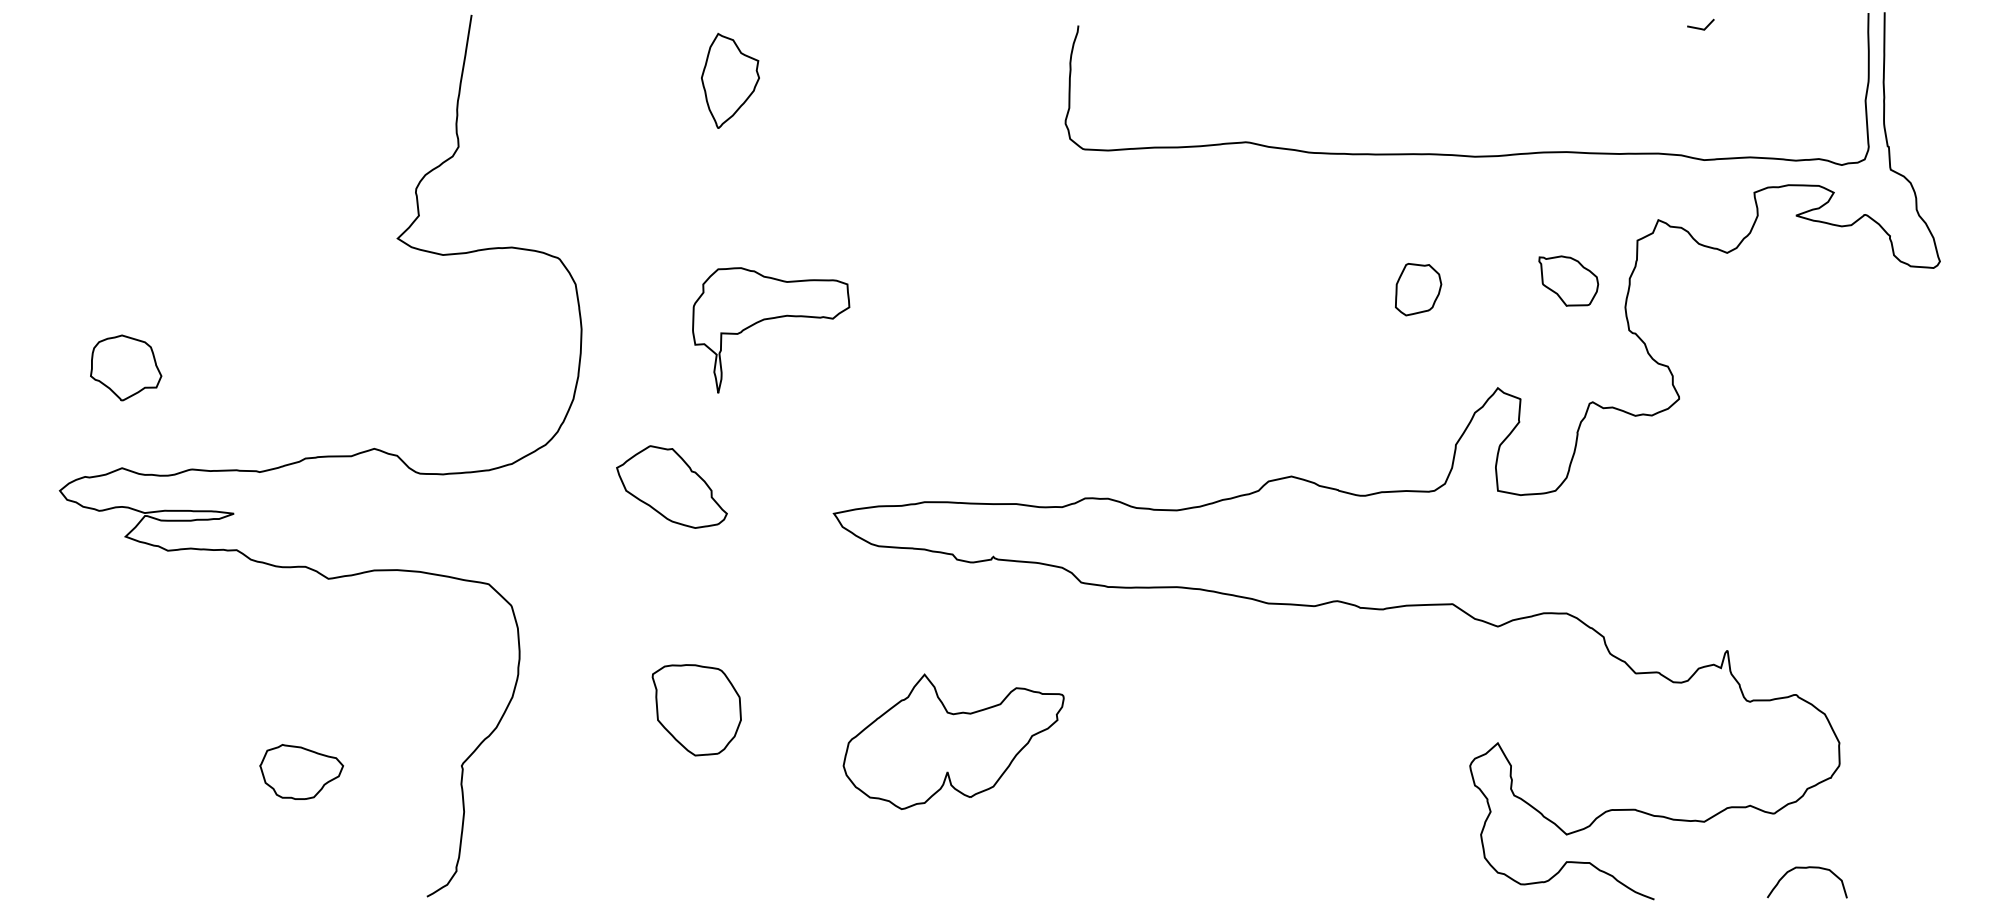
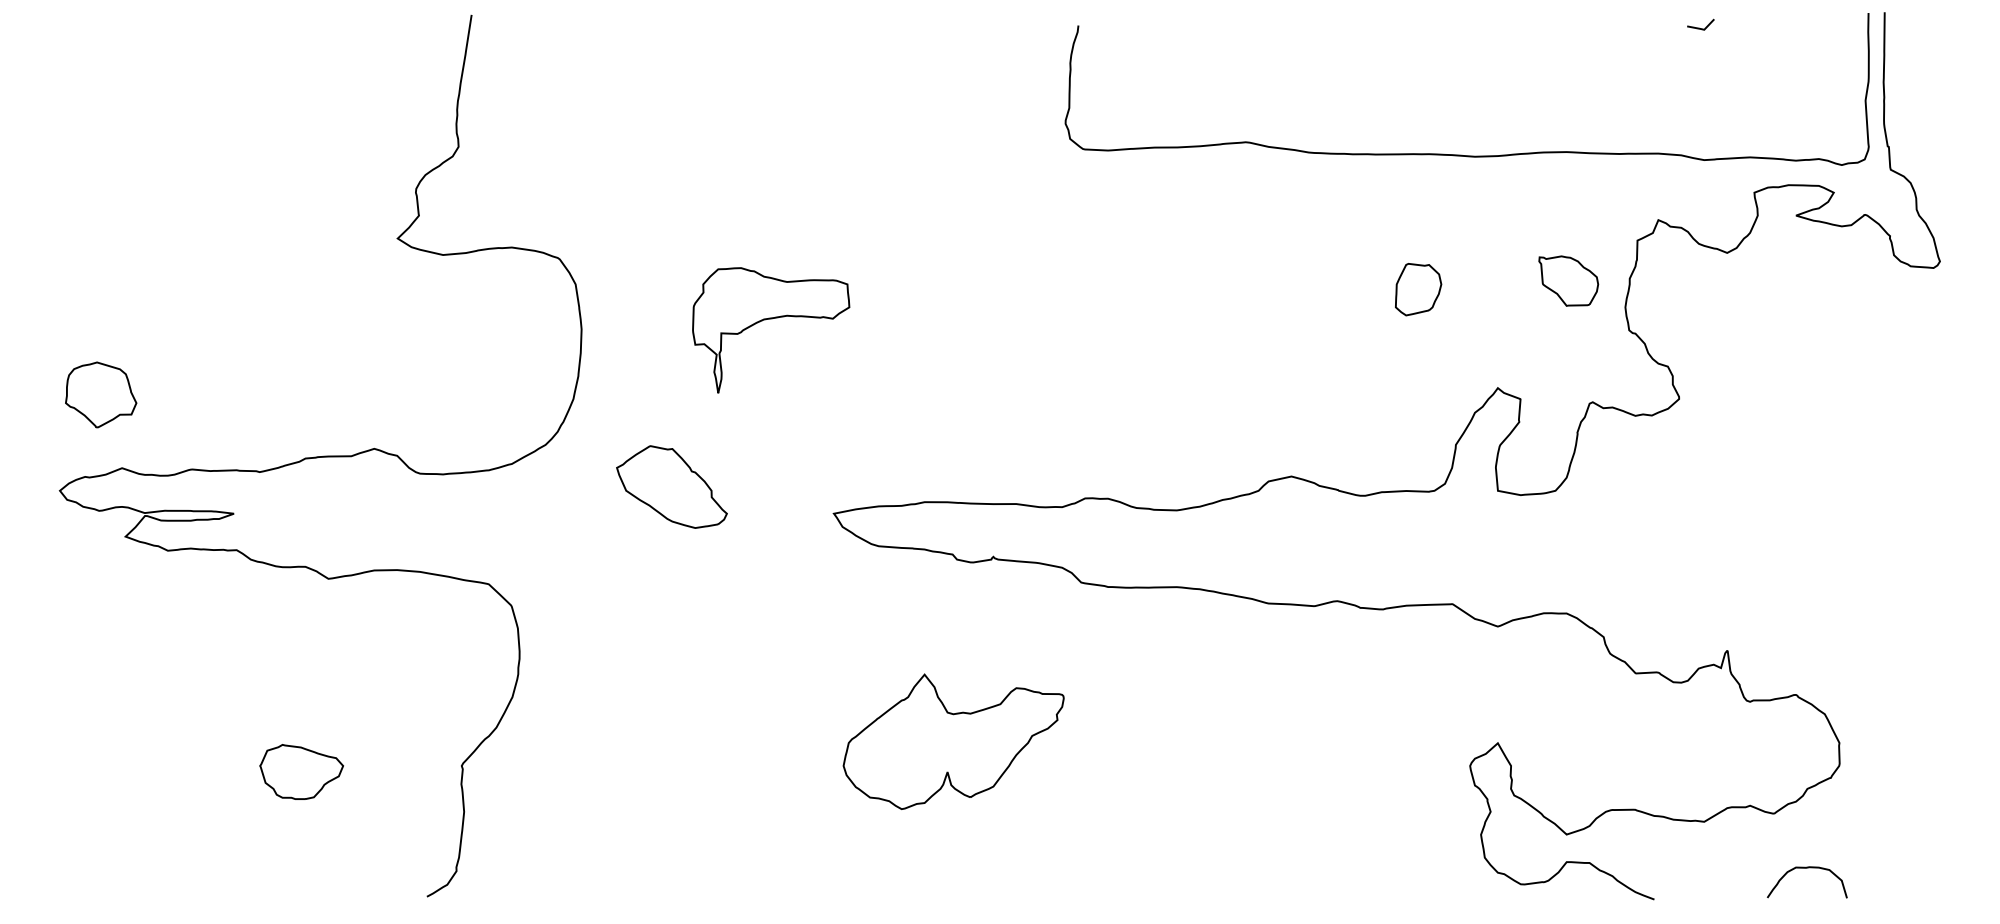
part at (730, 80): present -> none
part at (126, 367) position: (126, 367) -> (101, 394)
part at (696, 710): present -> none
